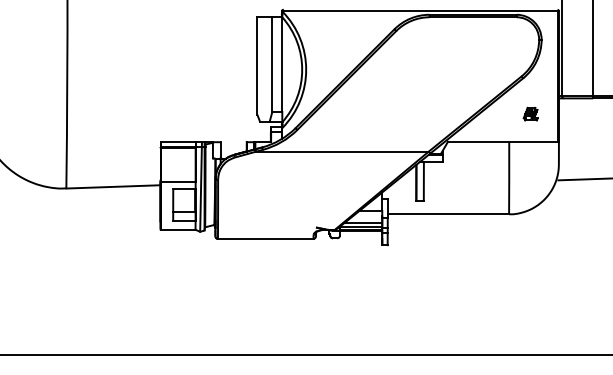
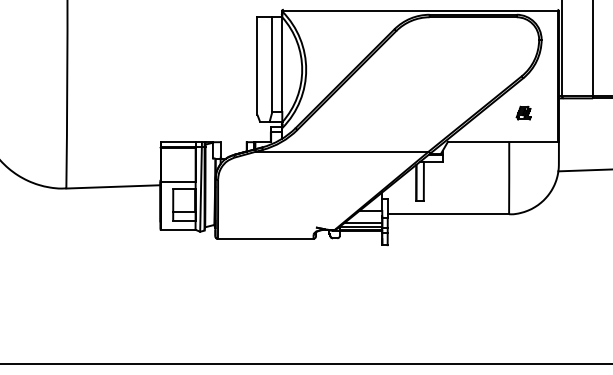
part at (530, 113) position: (530, 113) -> (523, 112)
line at (583, 179) position: (583, 179) -> (583, 170)
line at (305, 354) position: (305, 354) -> (305, 363)
